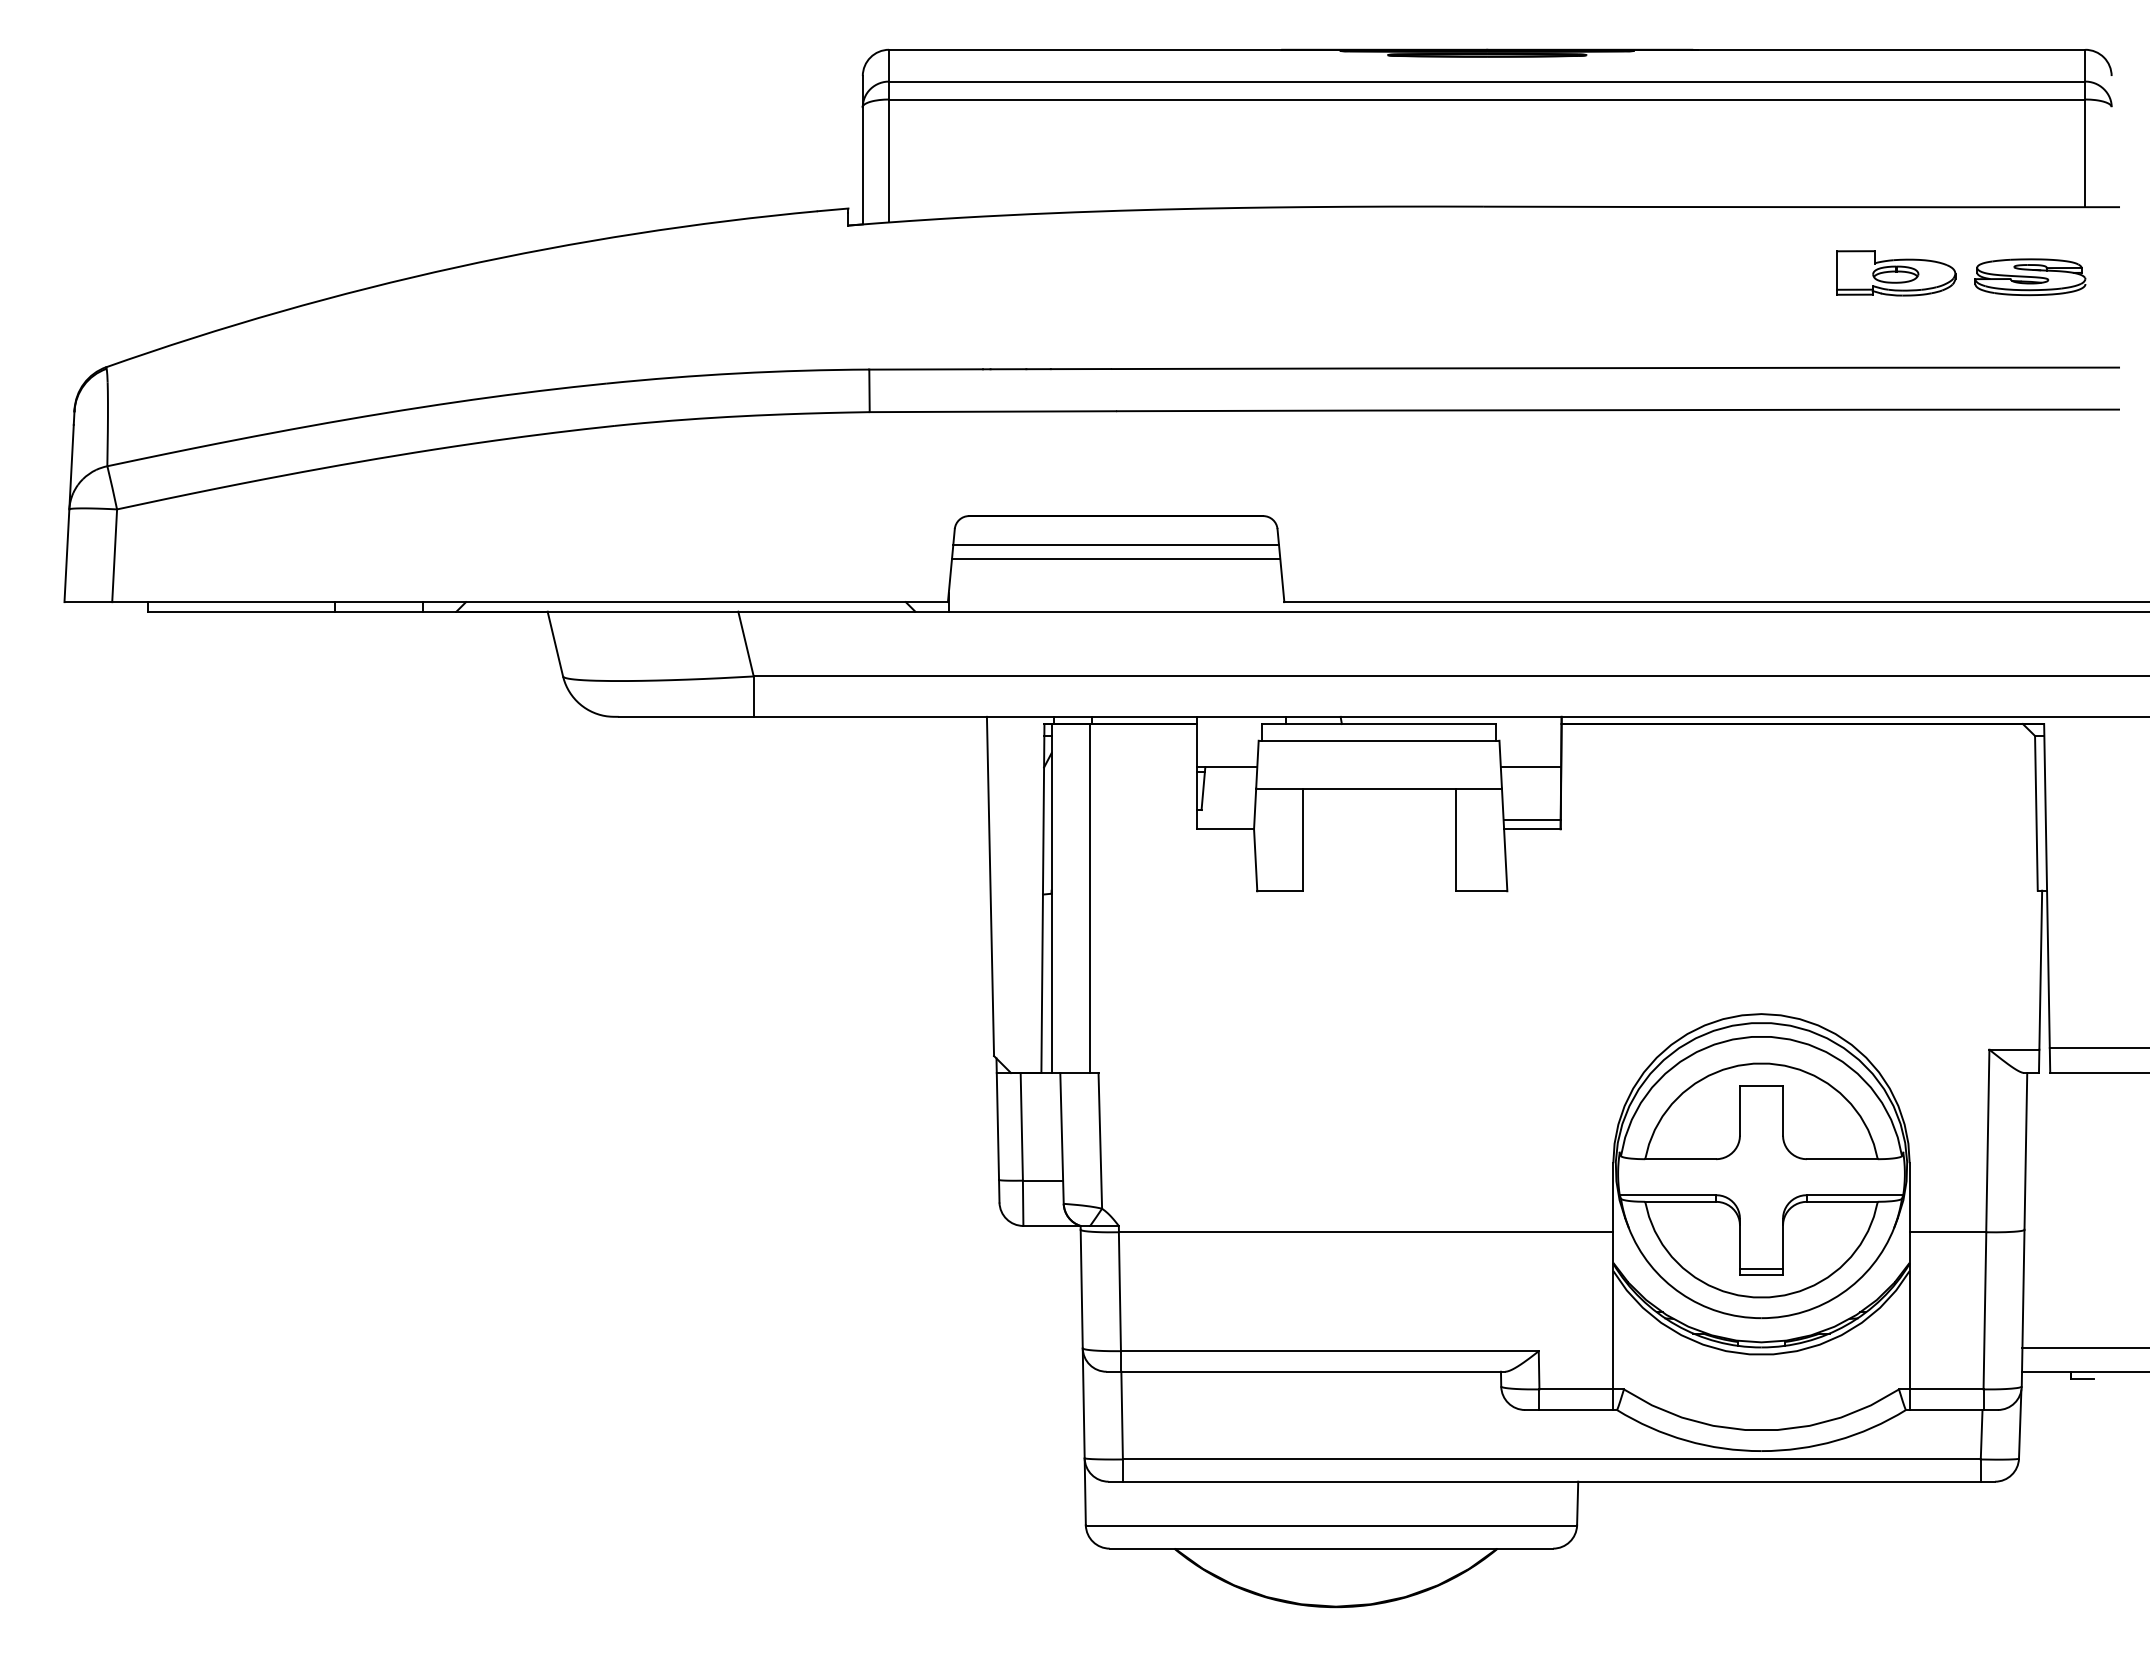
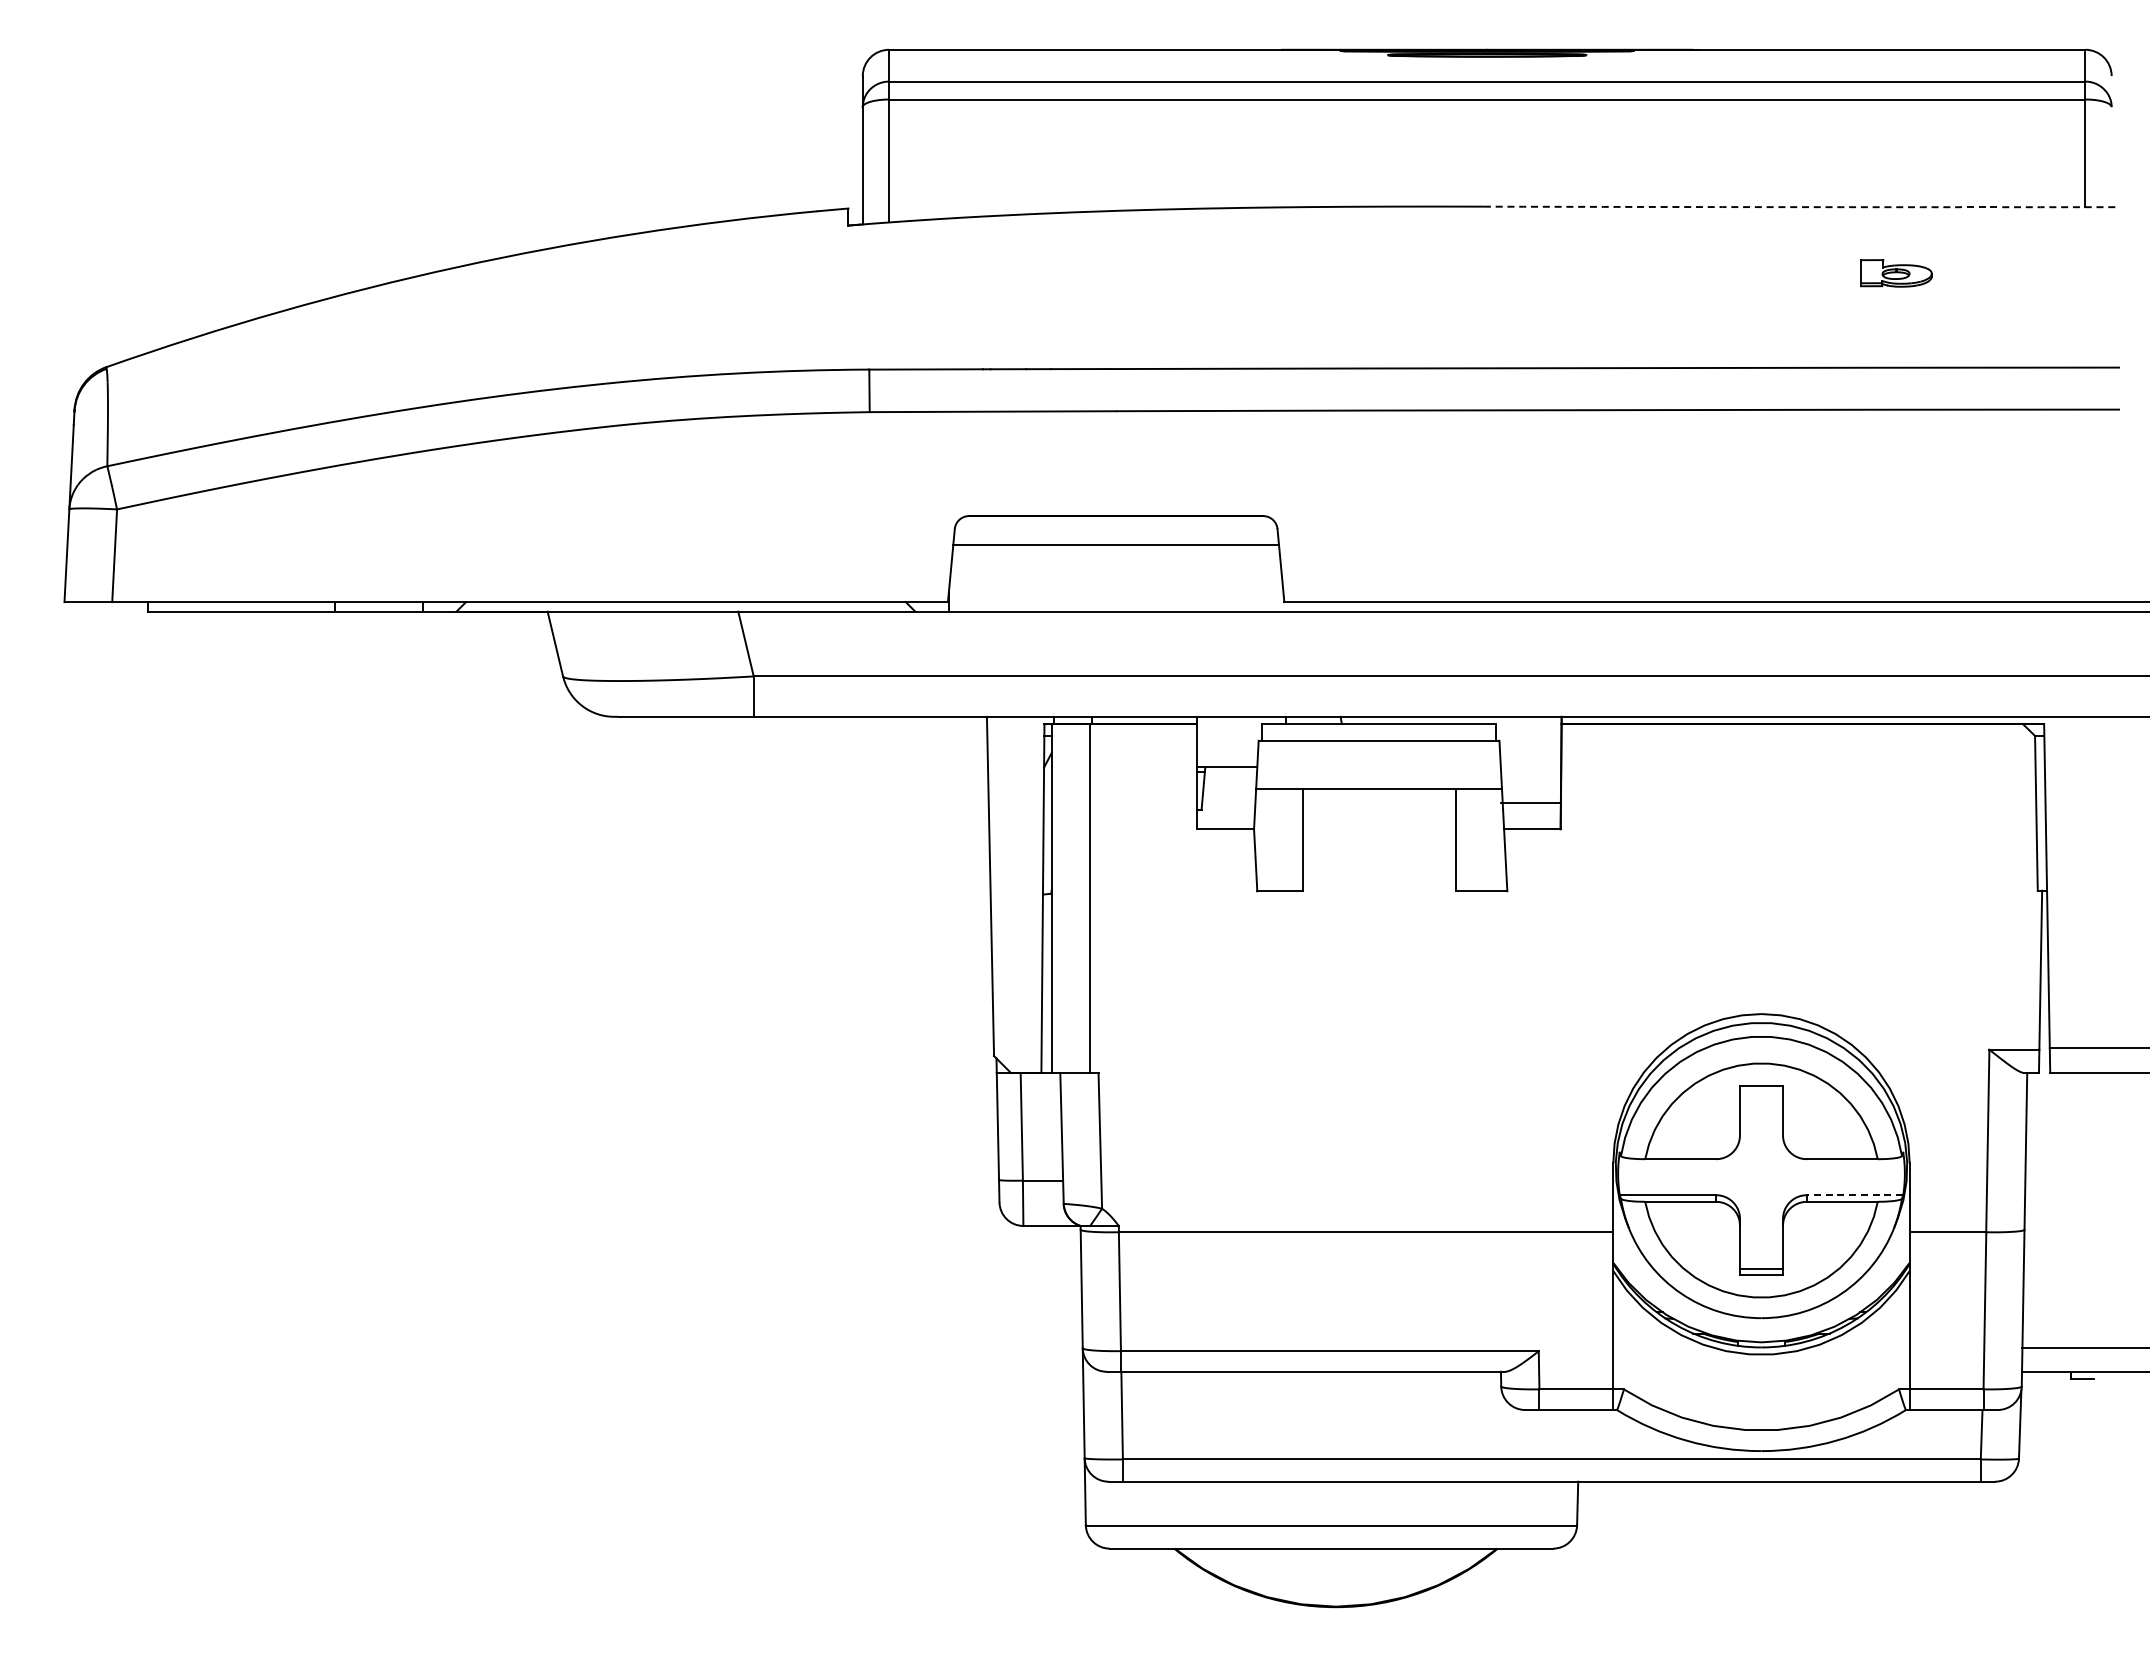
arc at (1801, 207): solid -> dashed
part at (1896, 273) size: 121x47 px -> 73x29 px
part at (2030, 277): present -> none
line at (1115, 559): present -> none
line at (1530, 767) position: (1530, 767) -> (1530, 803)
line at (1531, 819): present -> none
line at (1854, 1195): solid -> dashed
